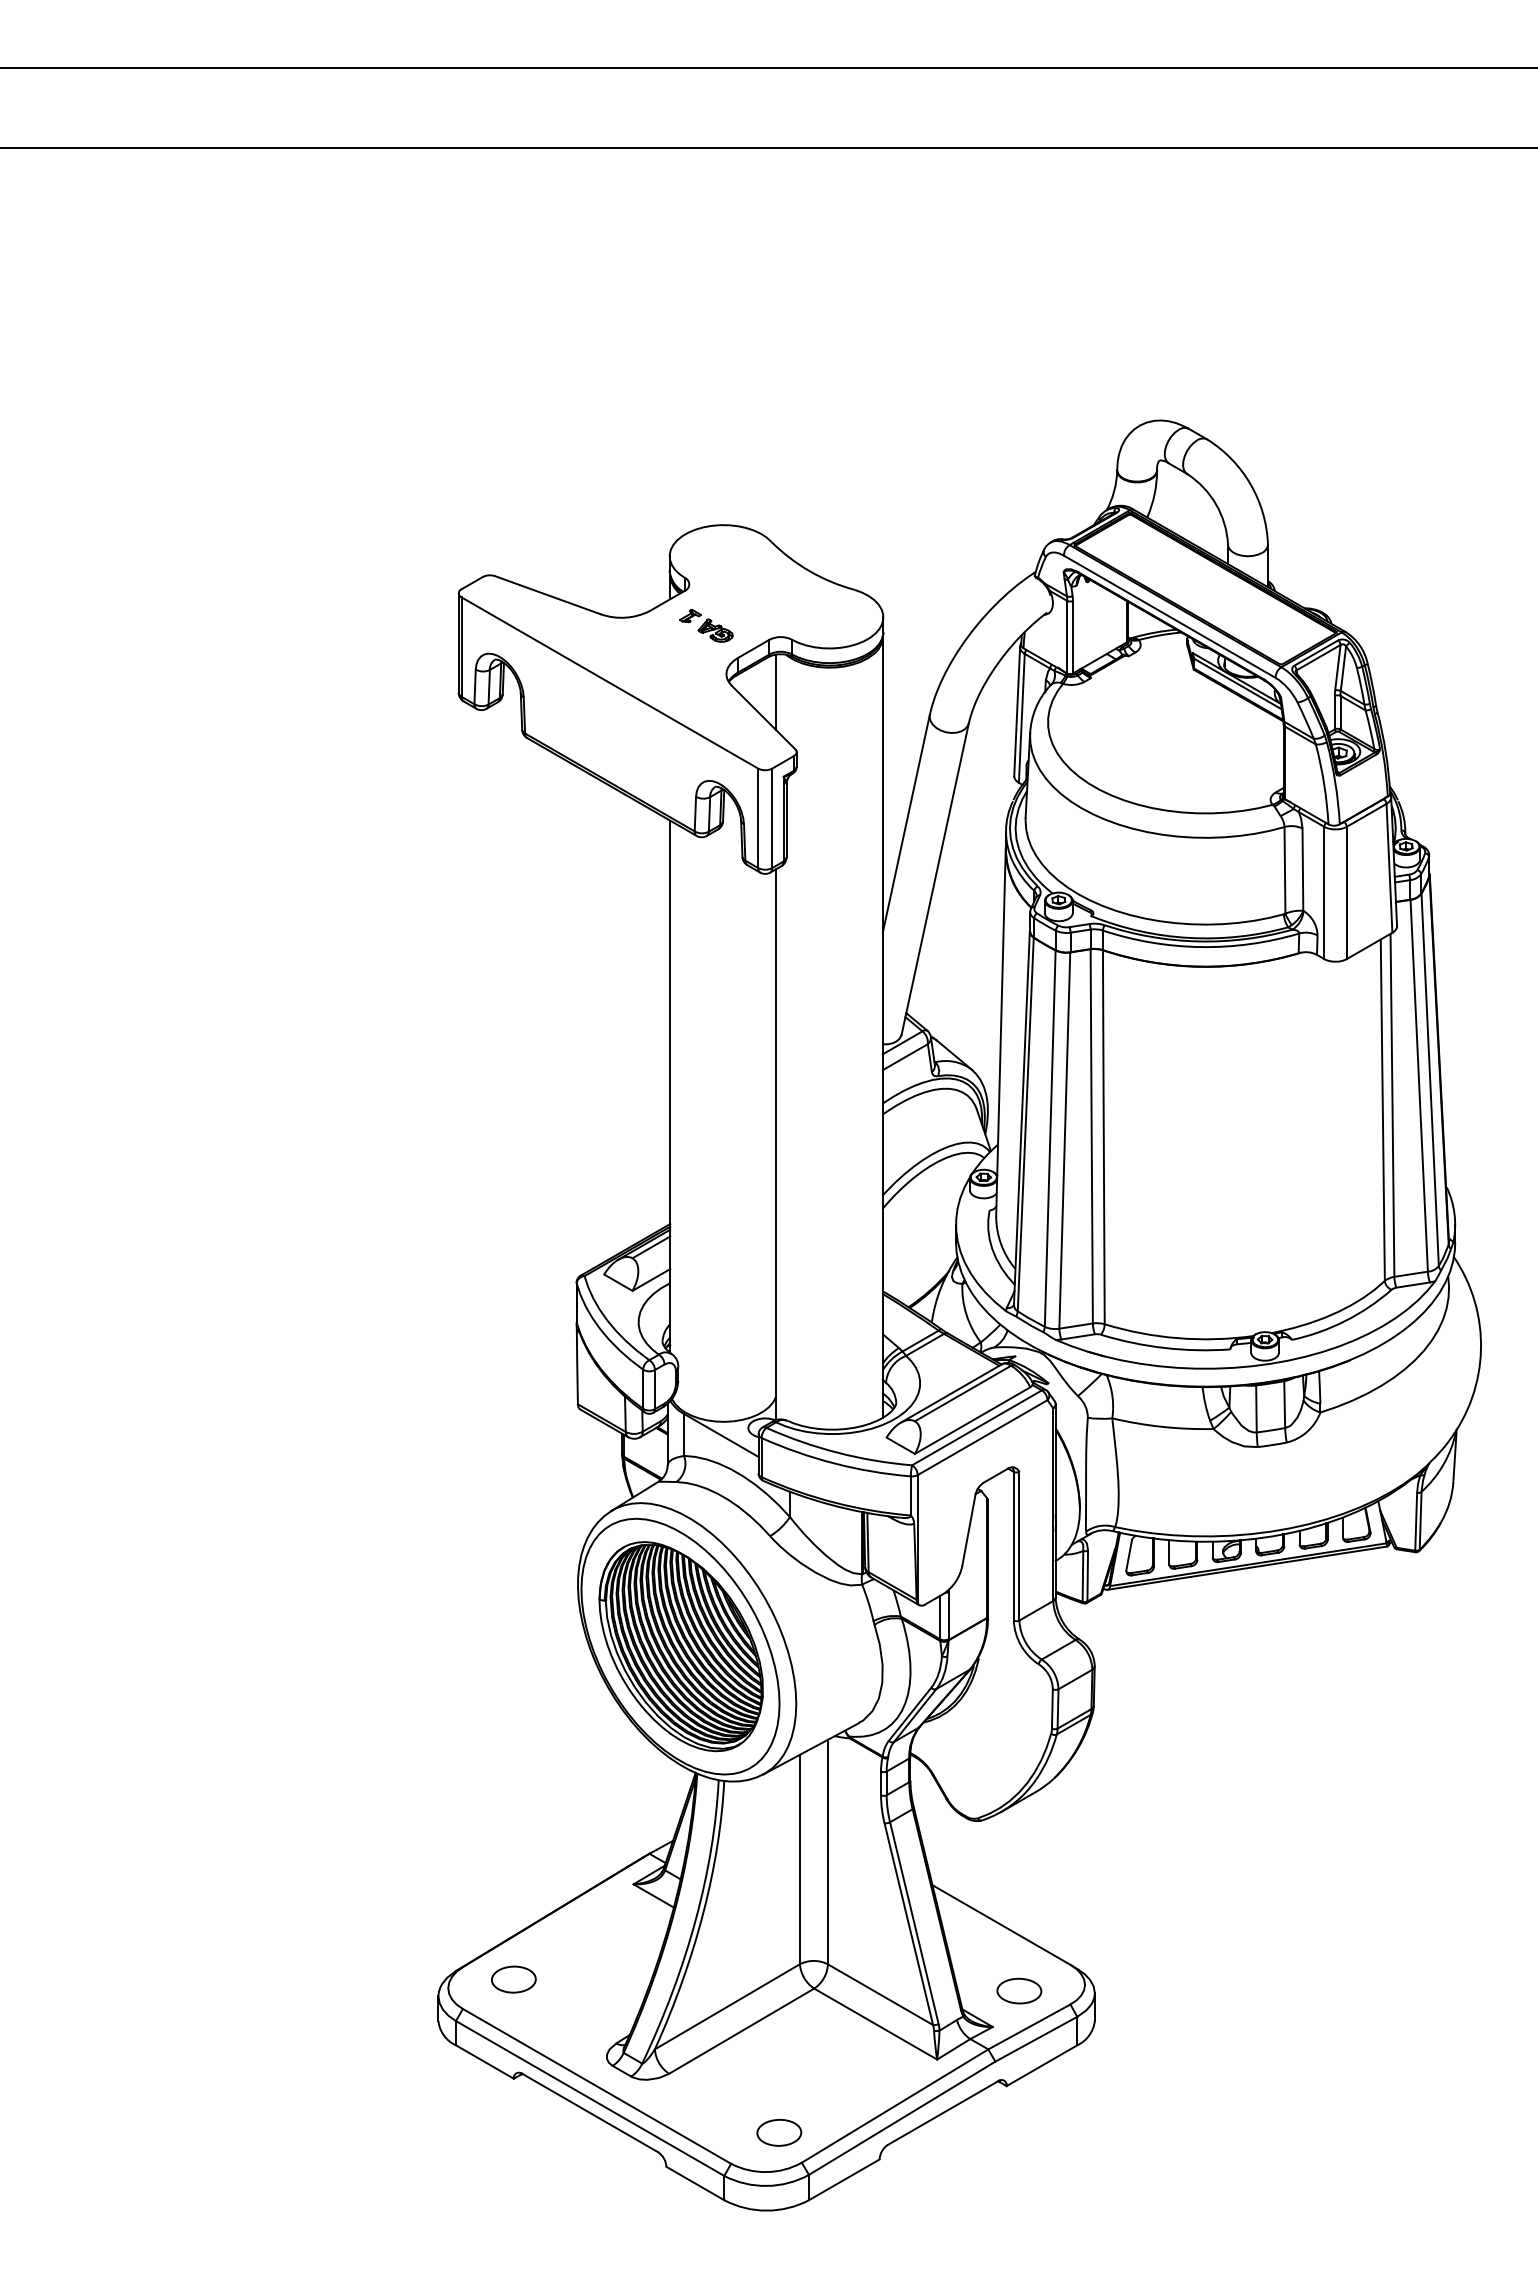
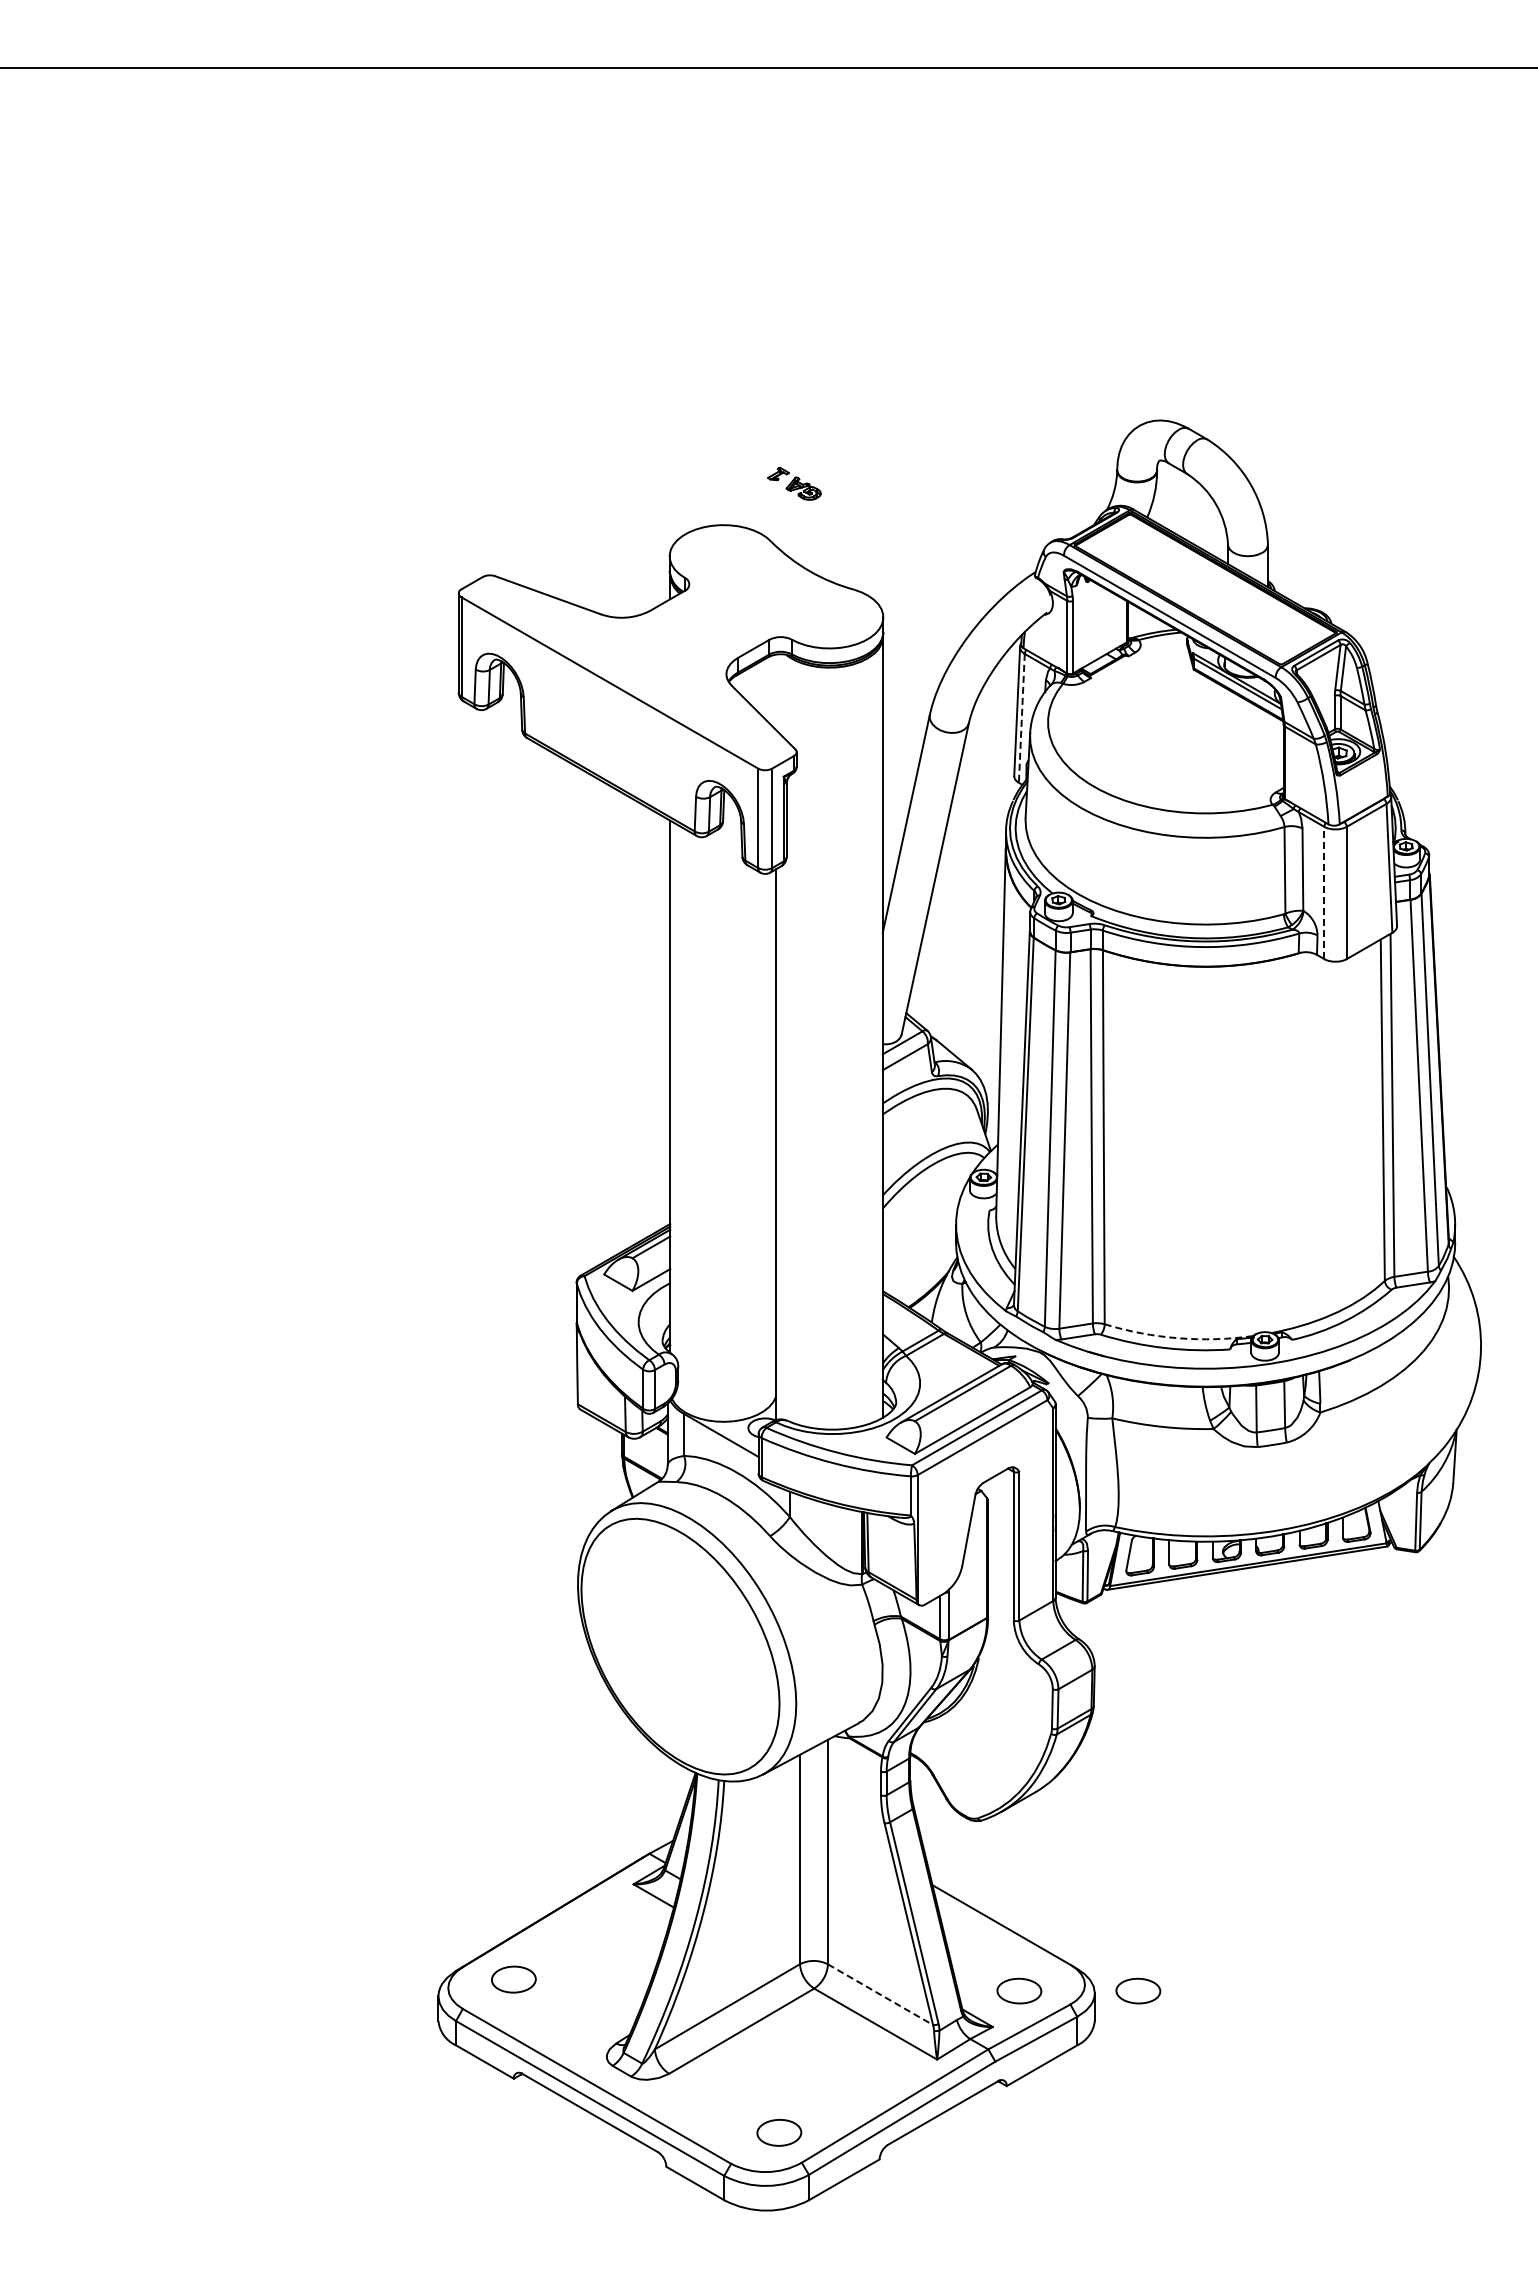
line at (768, 148): present -> none
part at (706, 625) position: (706, 625) -> (794, 483)
line at (776, 692): present -> none
line at (1021, 718): solid -> dashed
line at (1324, 892): solid -> dashed
arc at (1178, 1338): solid -> dashed
part at (680, 1646): present -> none
part at (1138, 1990): none -> present
line at (880, 1994): solid -> dashed
